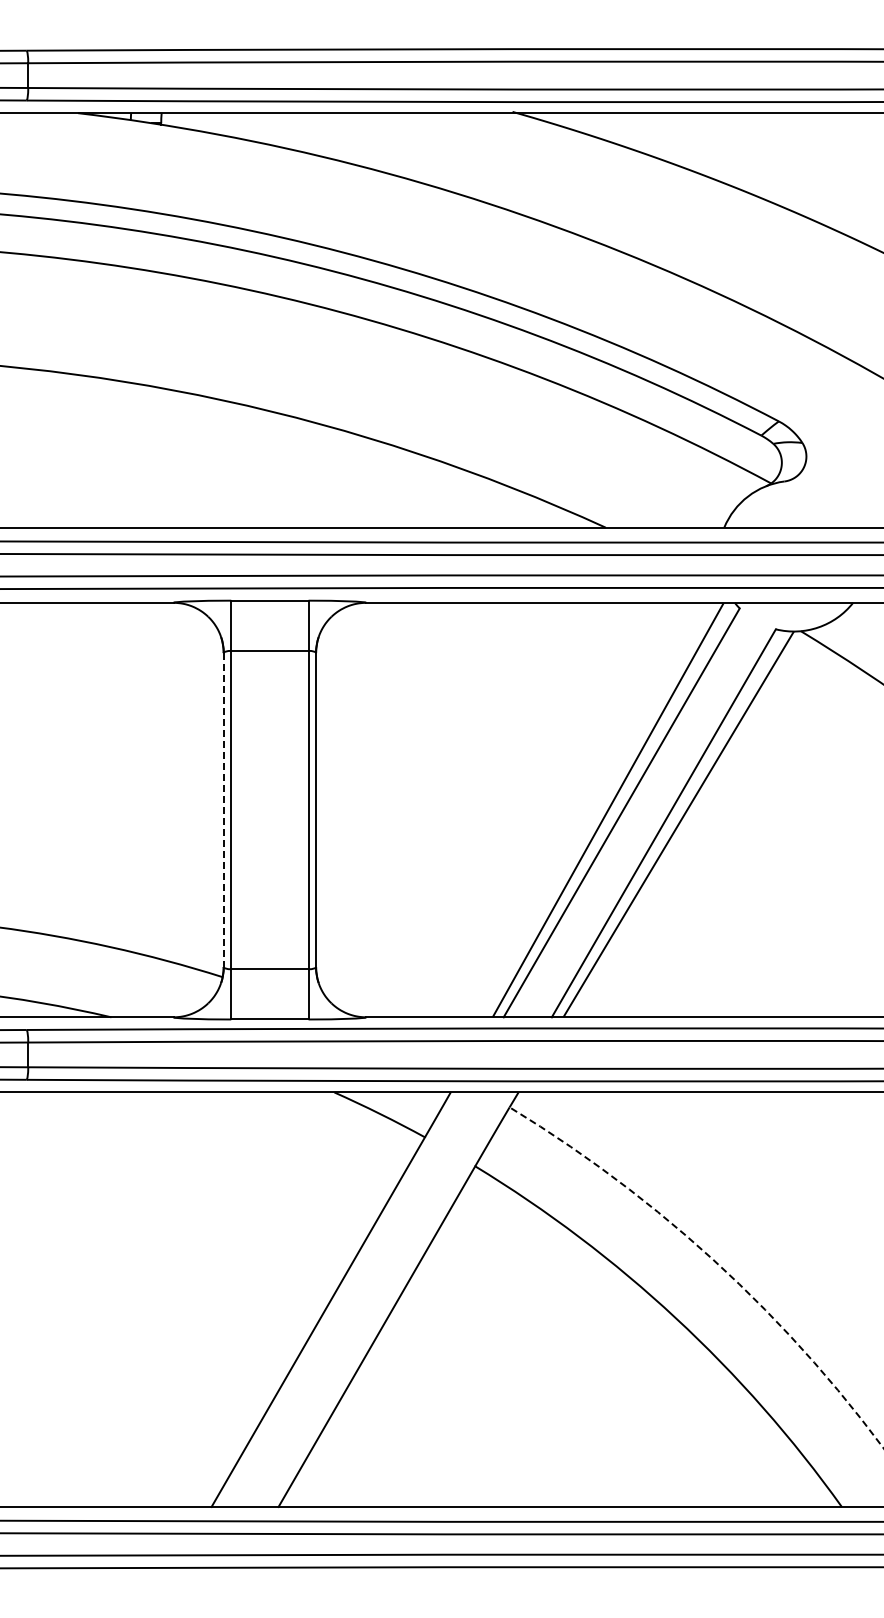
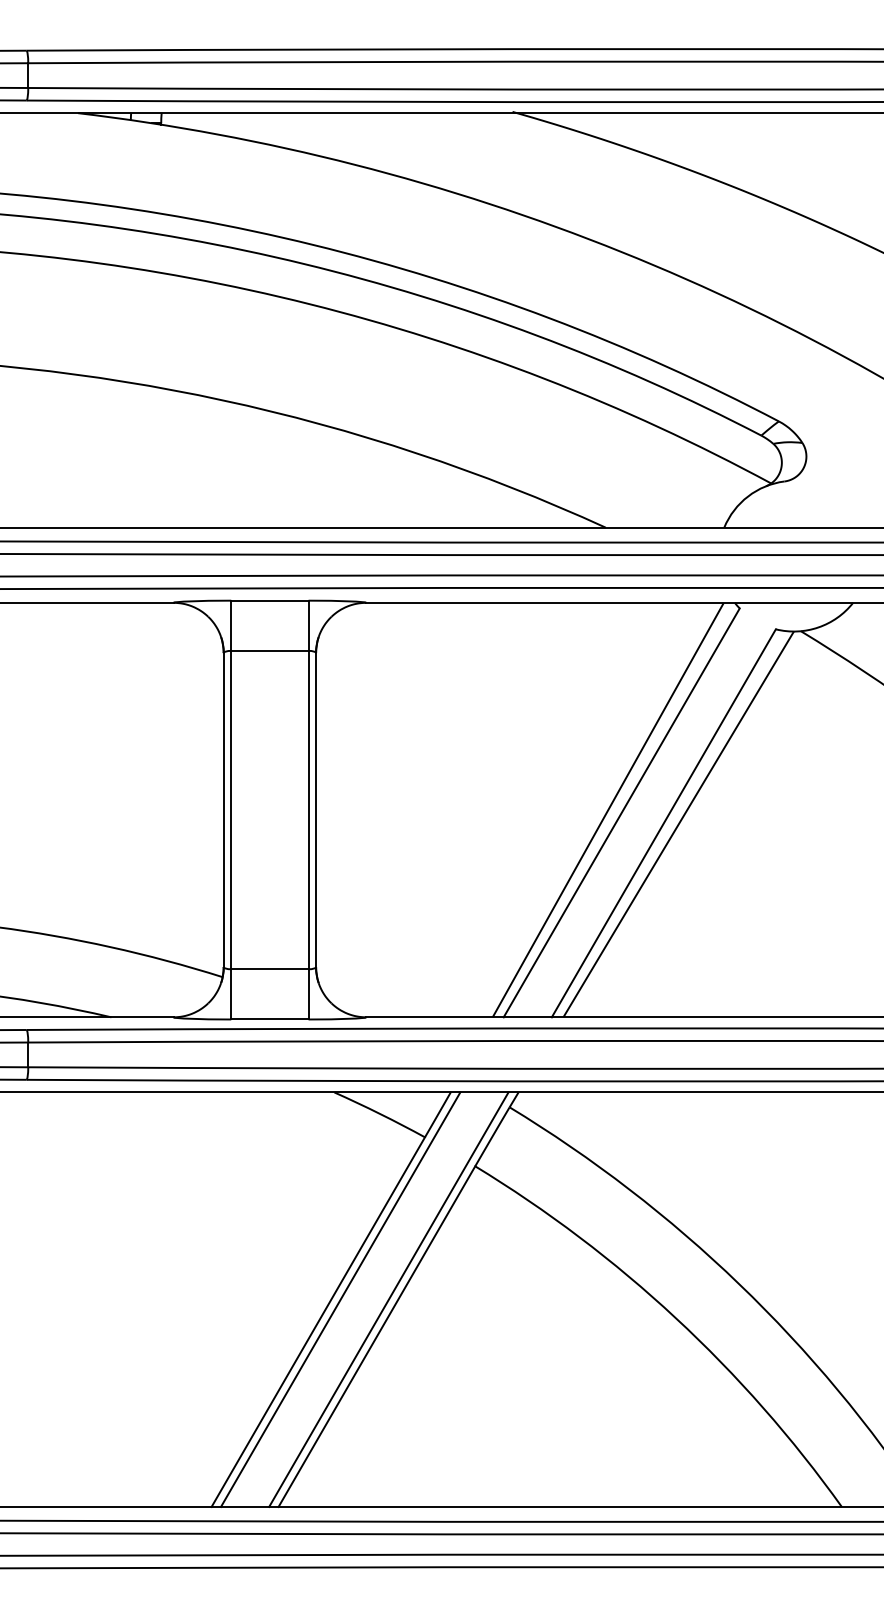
line at (223, 810): dashed -> solid
arc at (712, 1259): dashed -> solid
line at (340, 1299): none -> present
line at (388, 1299): none -> present
